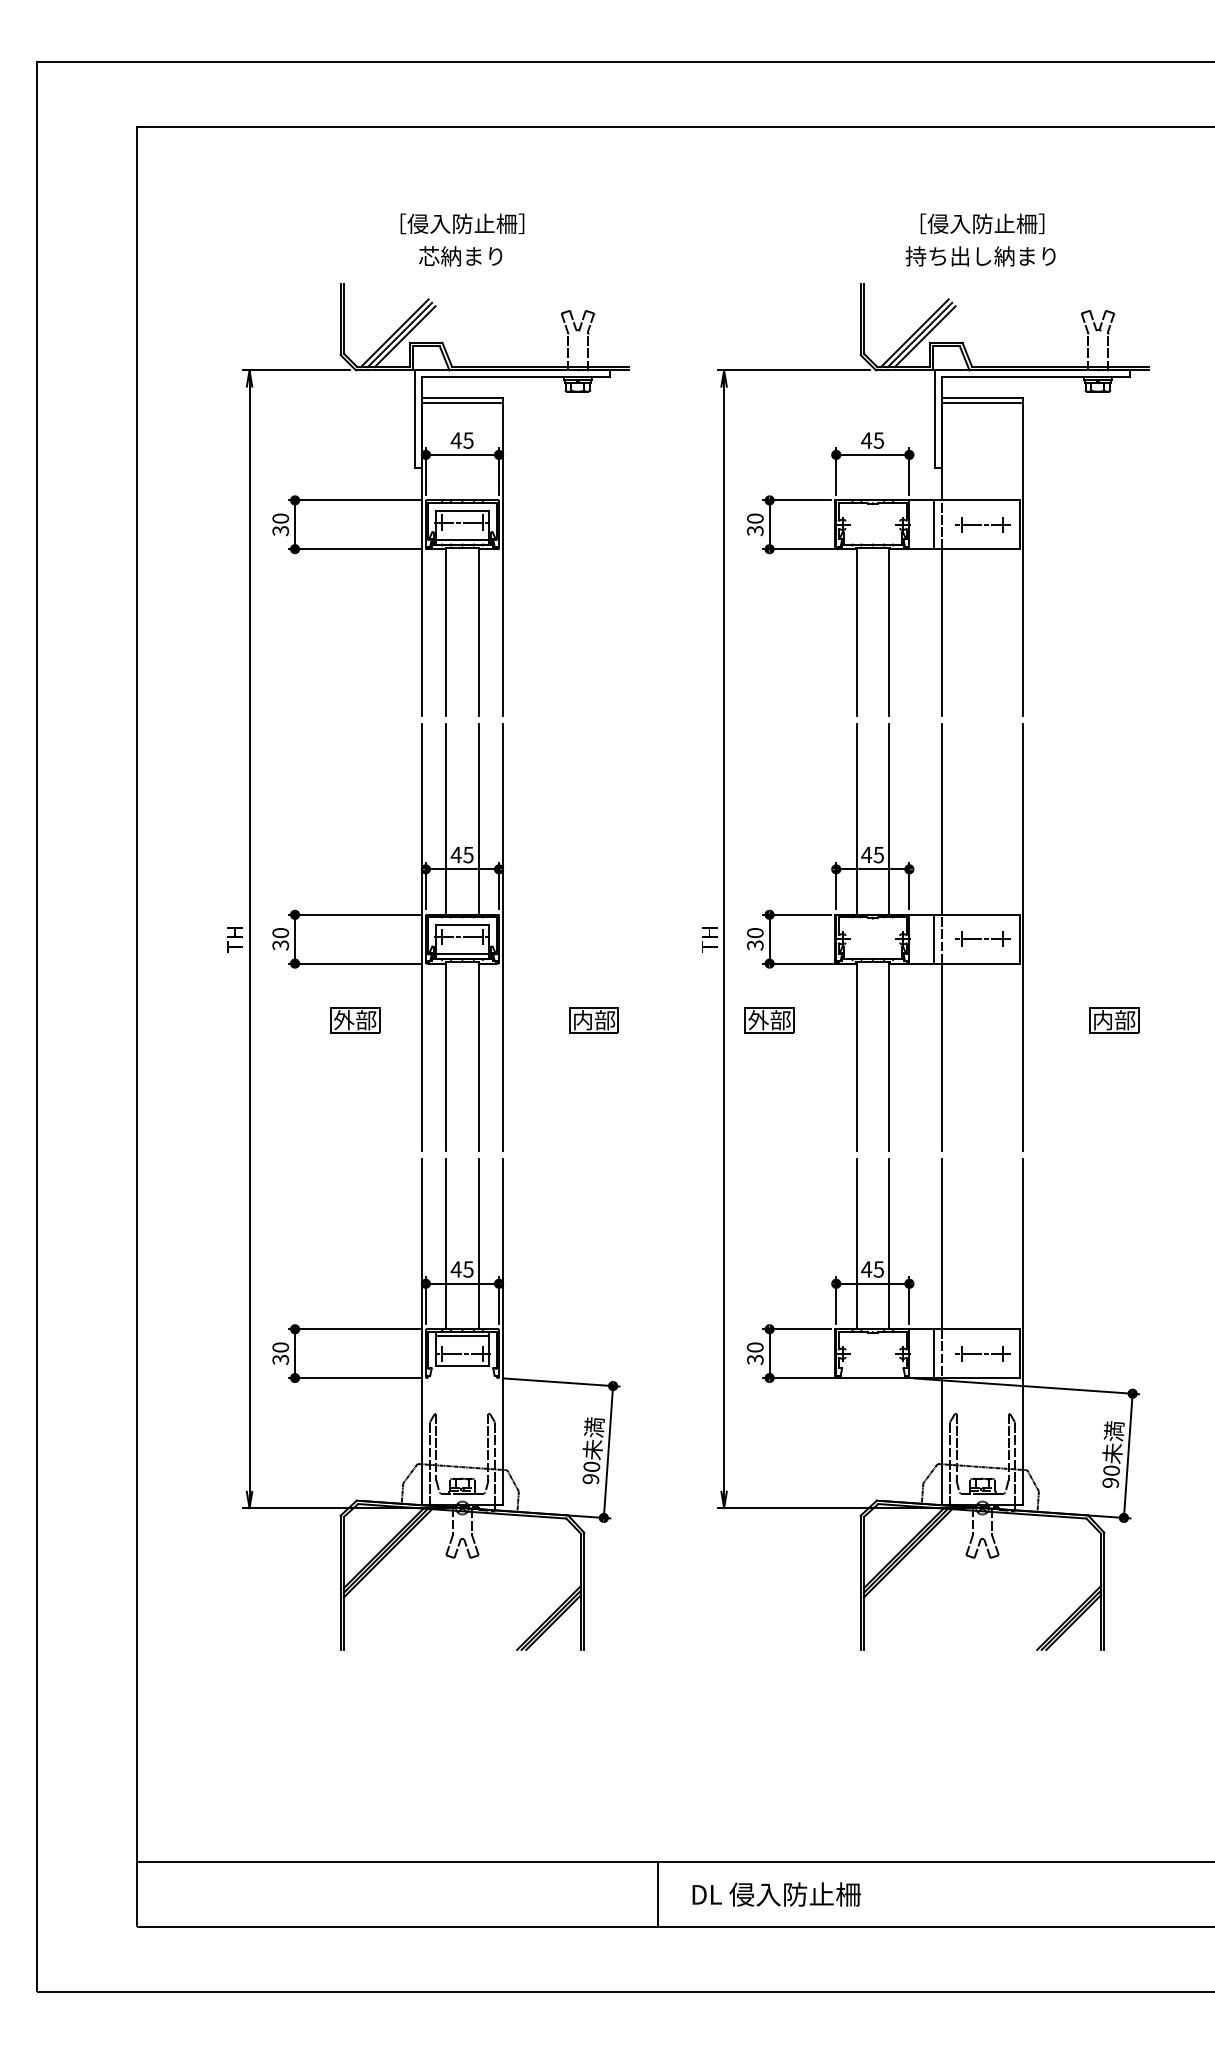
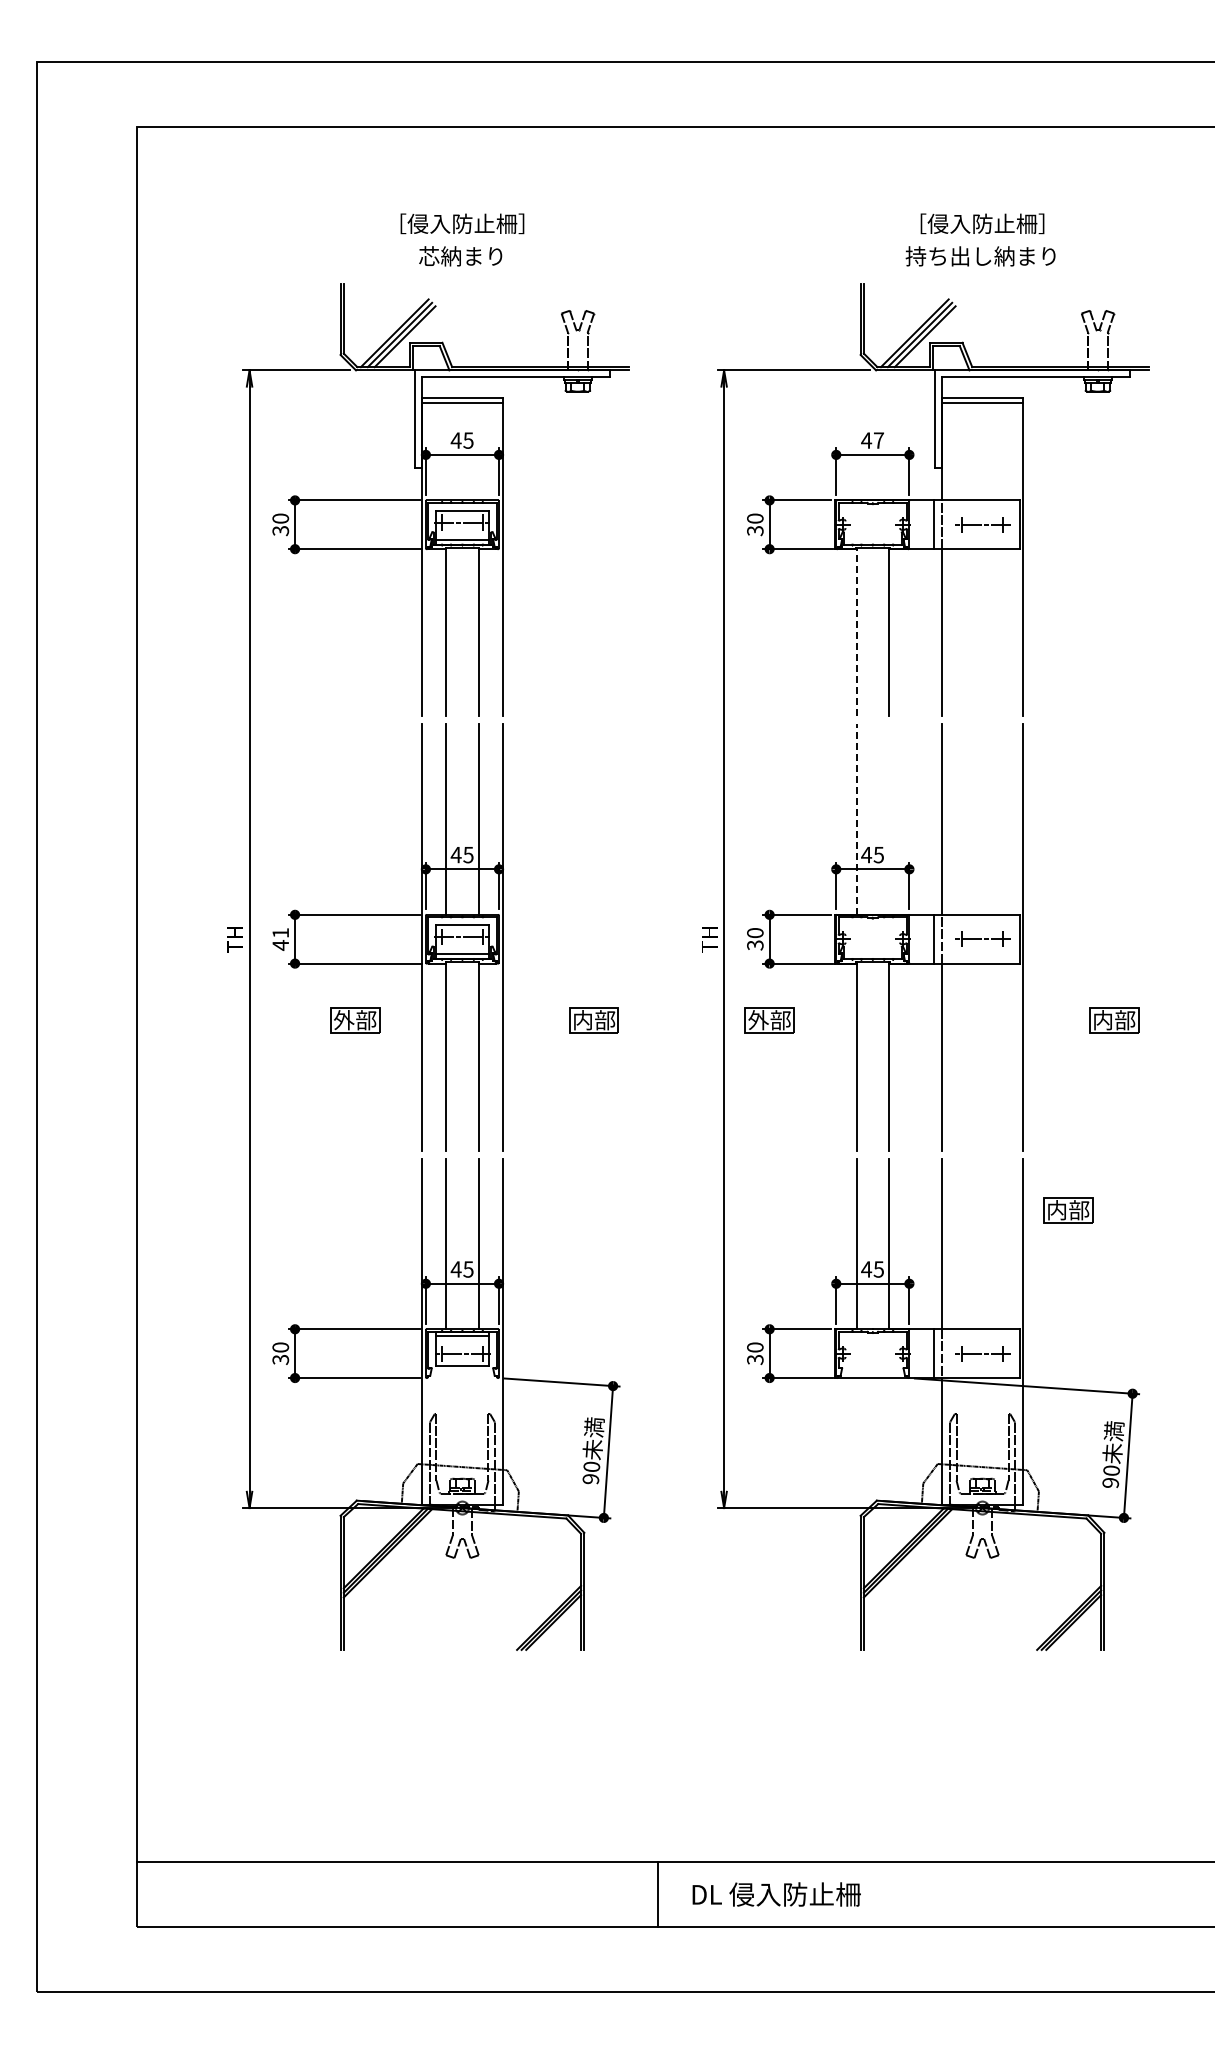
text at (878, 440): 45 -> 47
line at (856, 631): solid -> dashed
line at (856, 818): solid -> dashed
line at (889, 818): present -> none
text at (280, 939): 30 -> 41
part at (1068, 1210): none -> present
